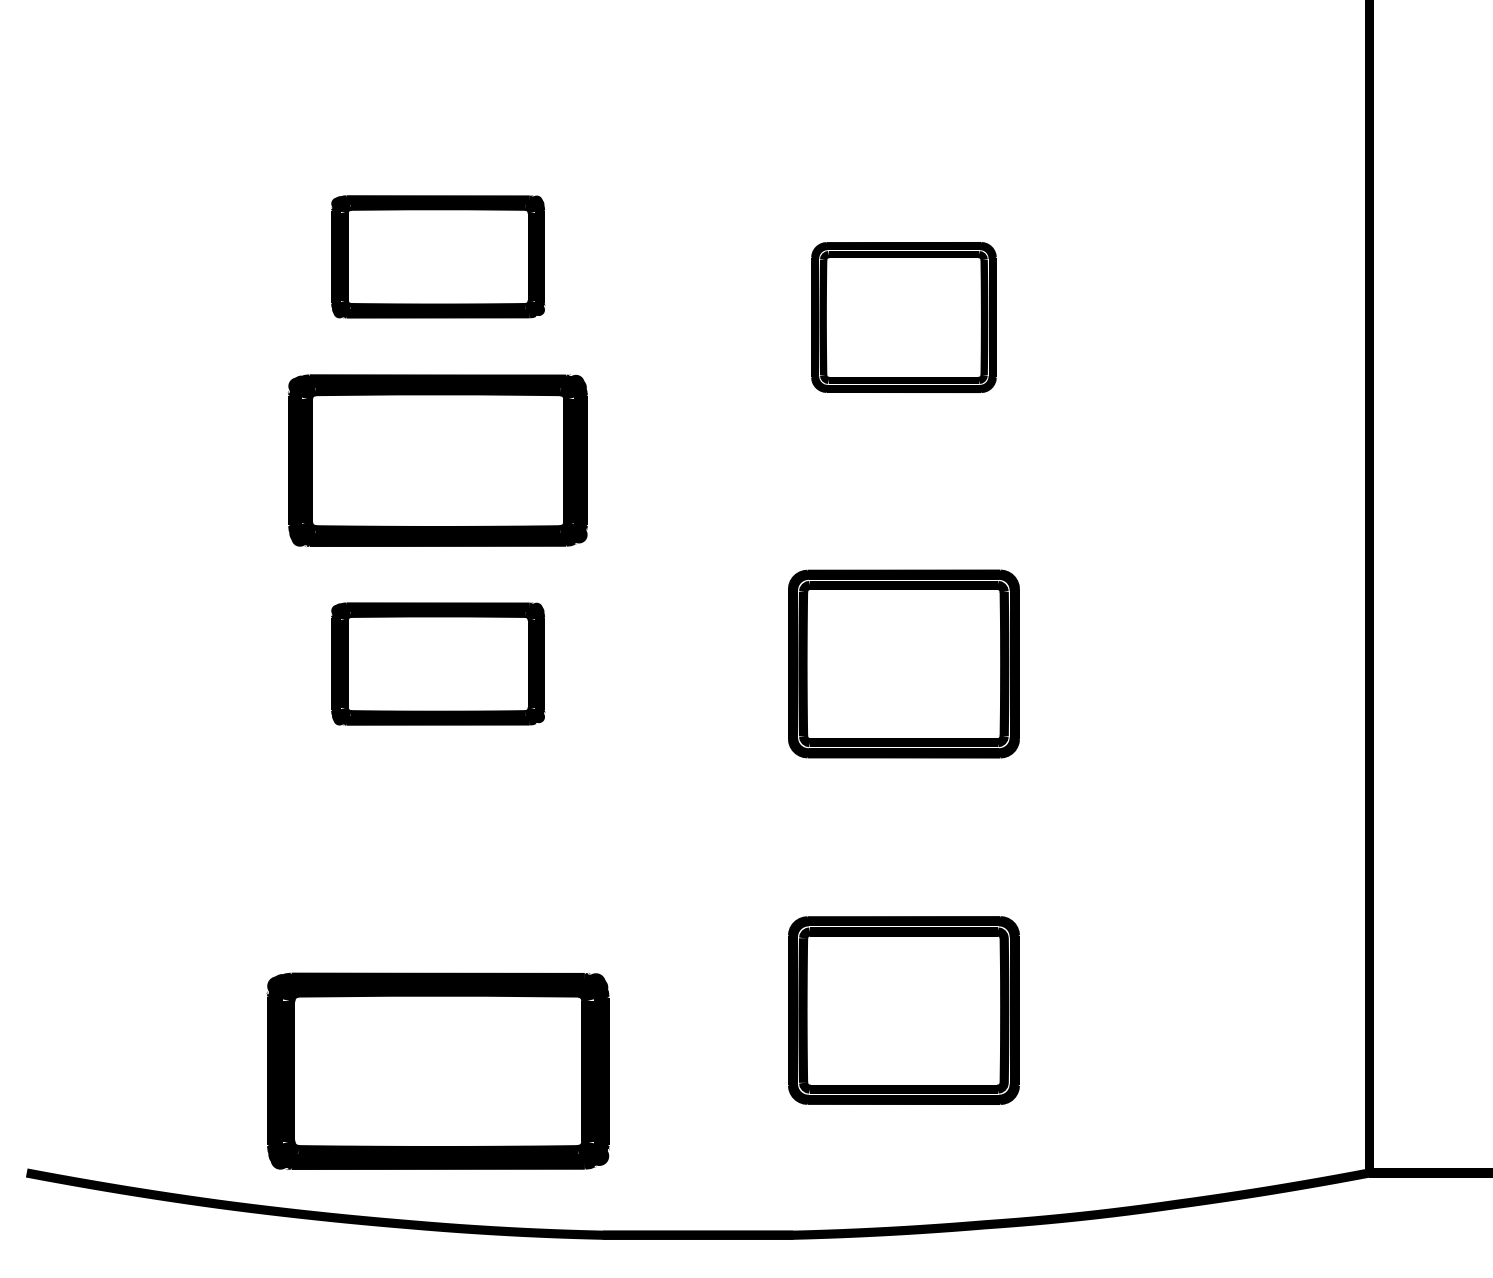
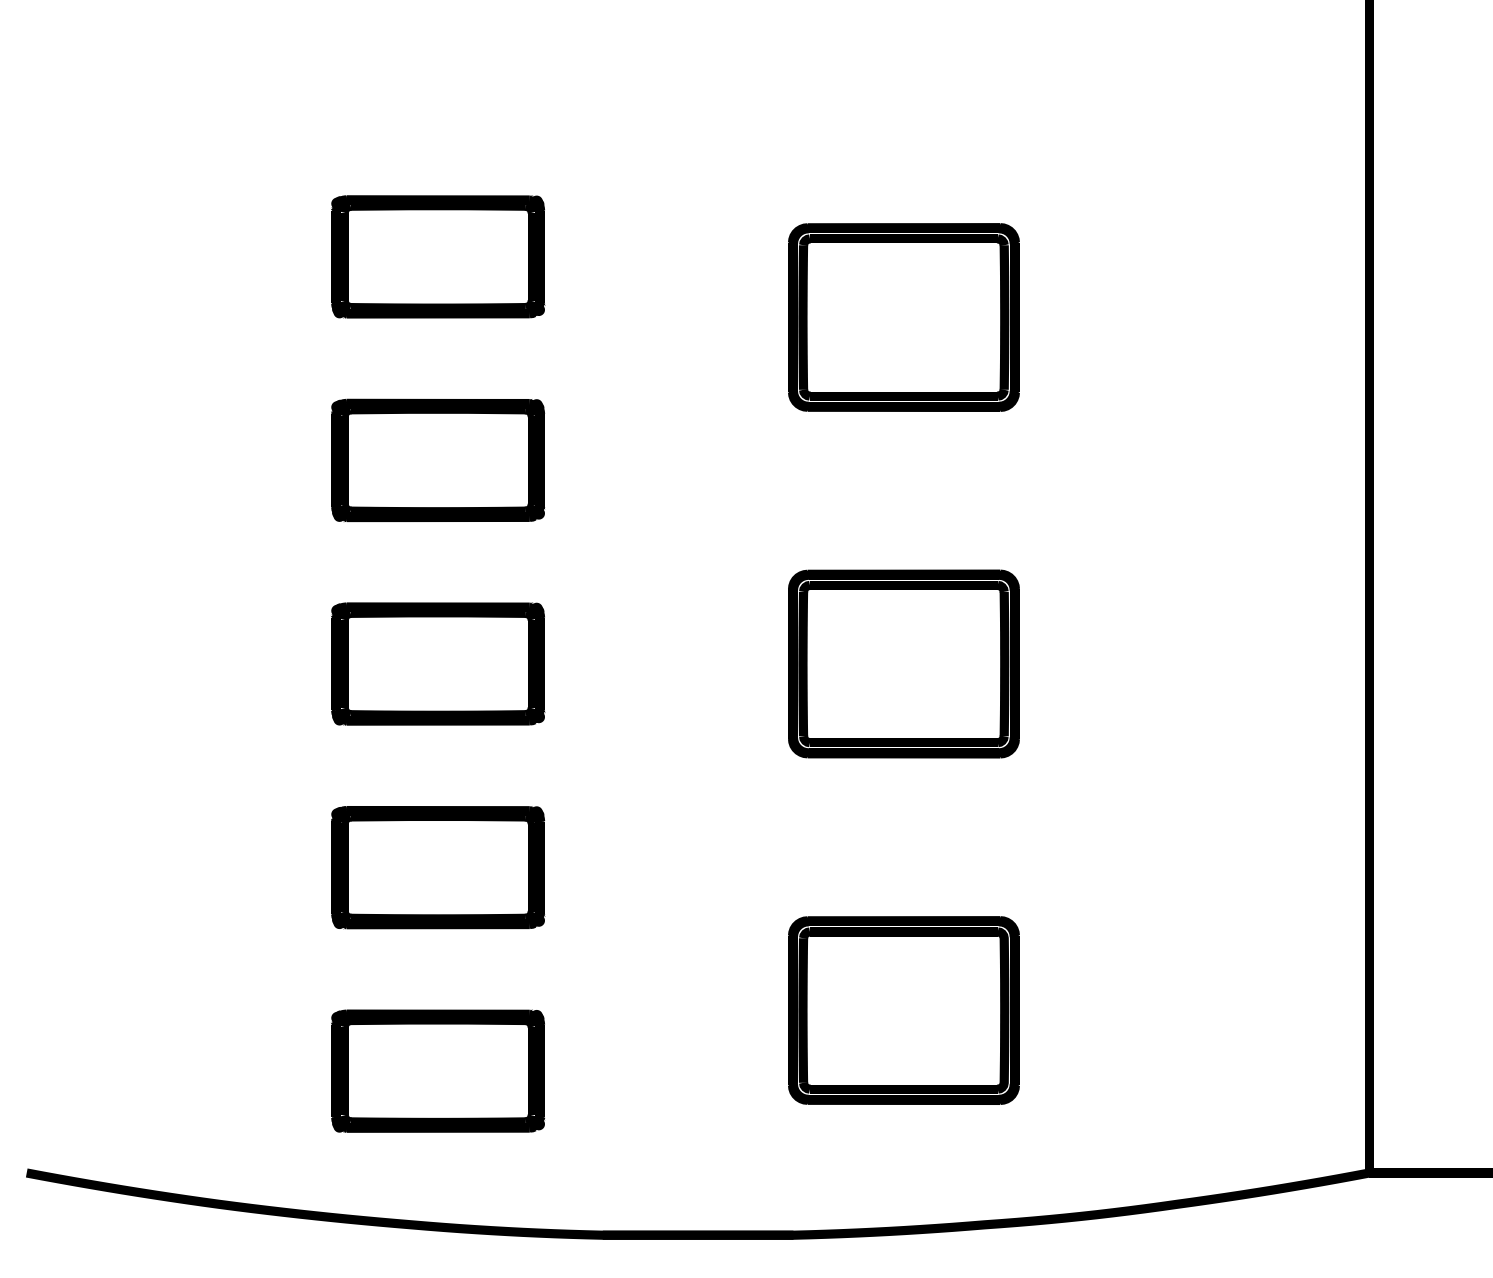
part at (903, 317) size: 186x151 px -> 232x189 px
part at (437, 460) size: 300x174 px -> 215x124 px
part at (438, 867): none -> present
part at (437, 1070) size: 344x198 px -> 214x124 px
